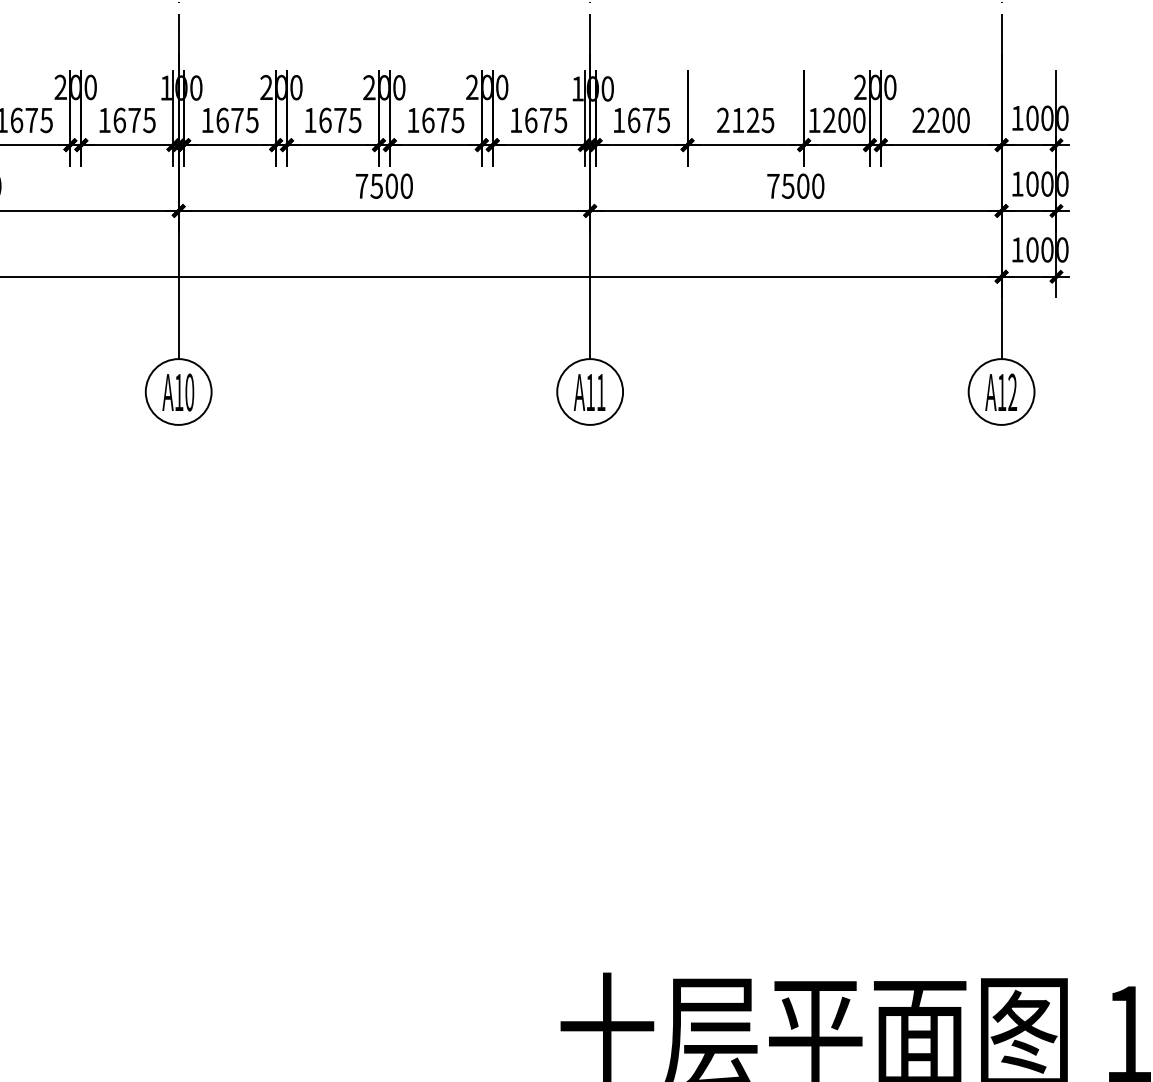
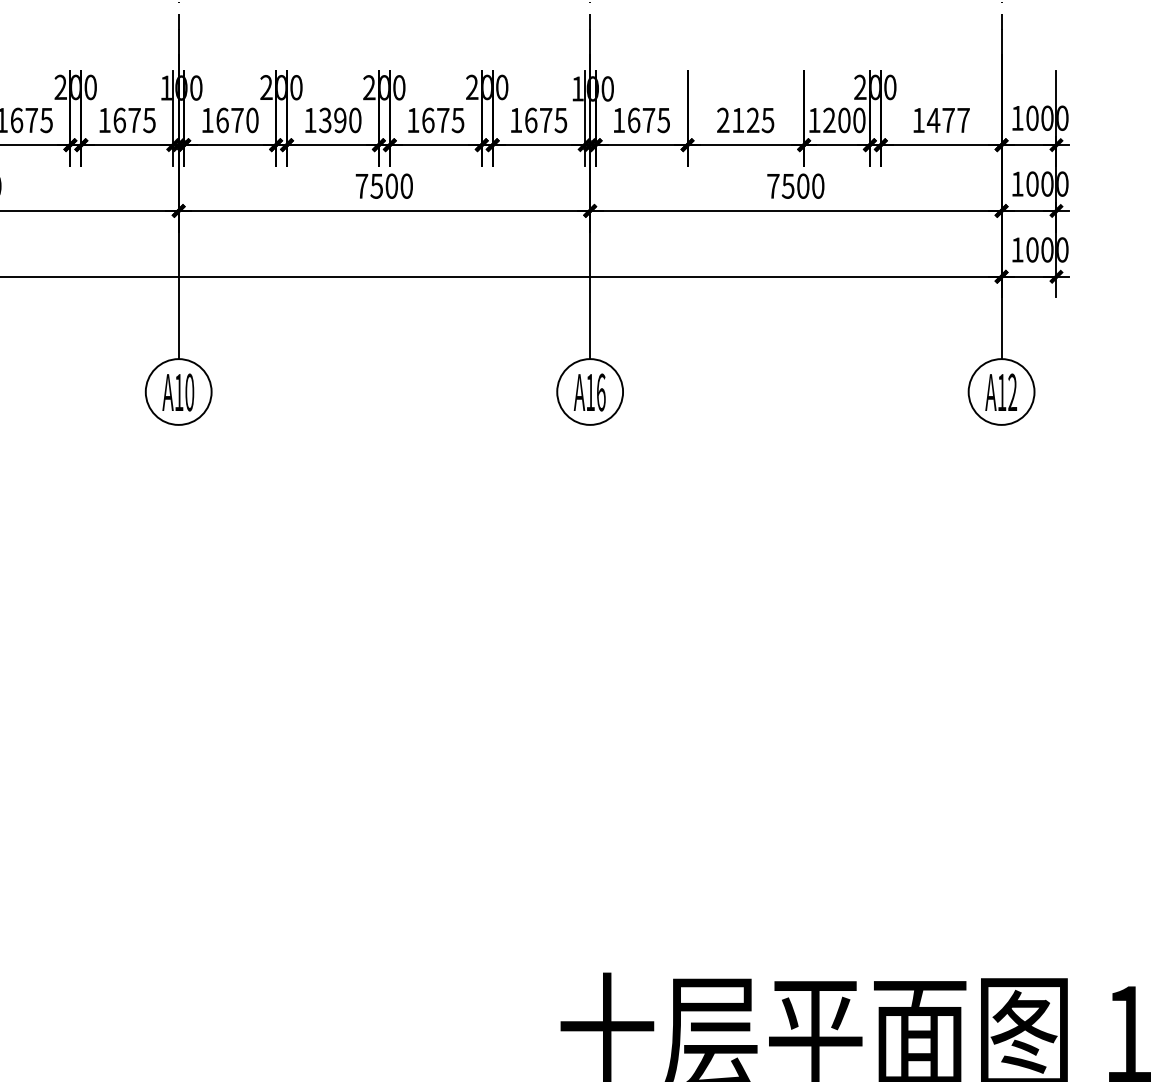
text at (252, 120): 1675 -> 1670
text at (340, 120): 1675 -> 1390
text at (940, 120): 2200 -> 1477
text at (601, 392): A11 -> A16
